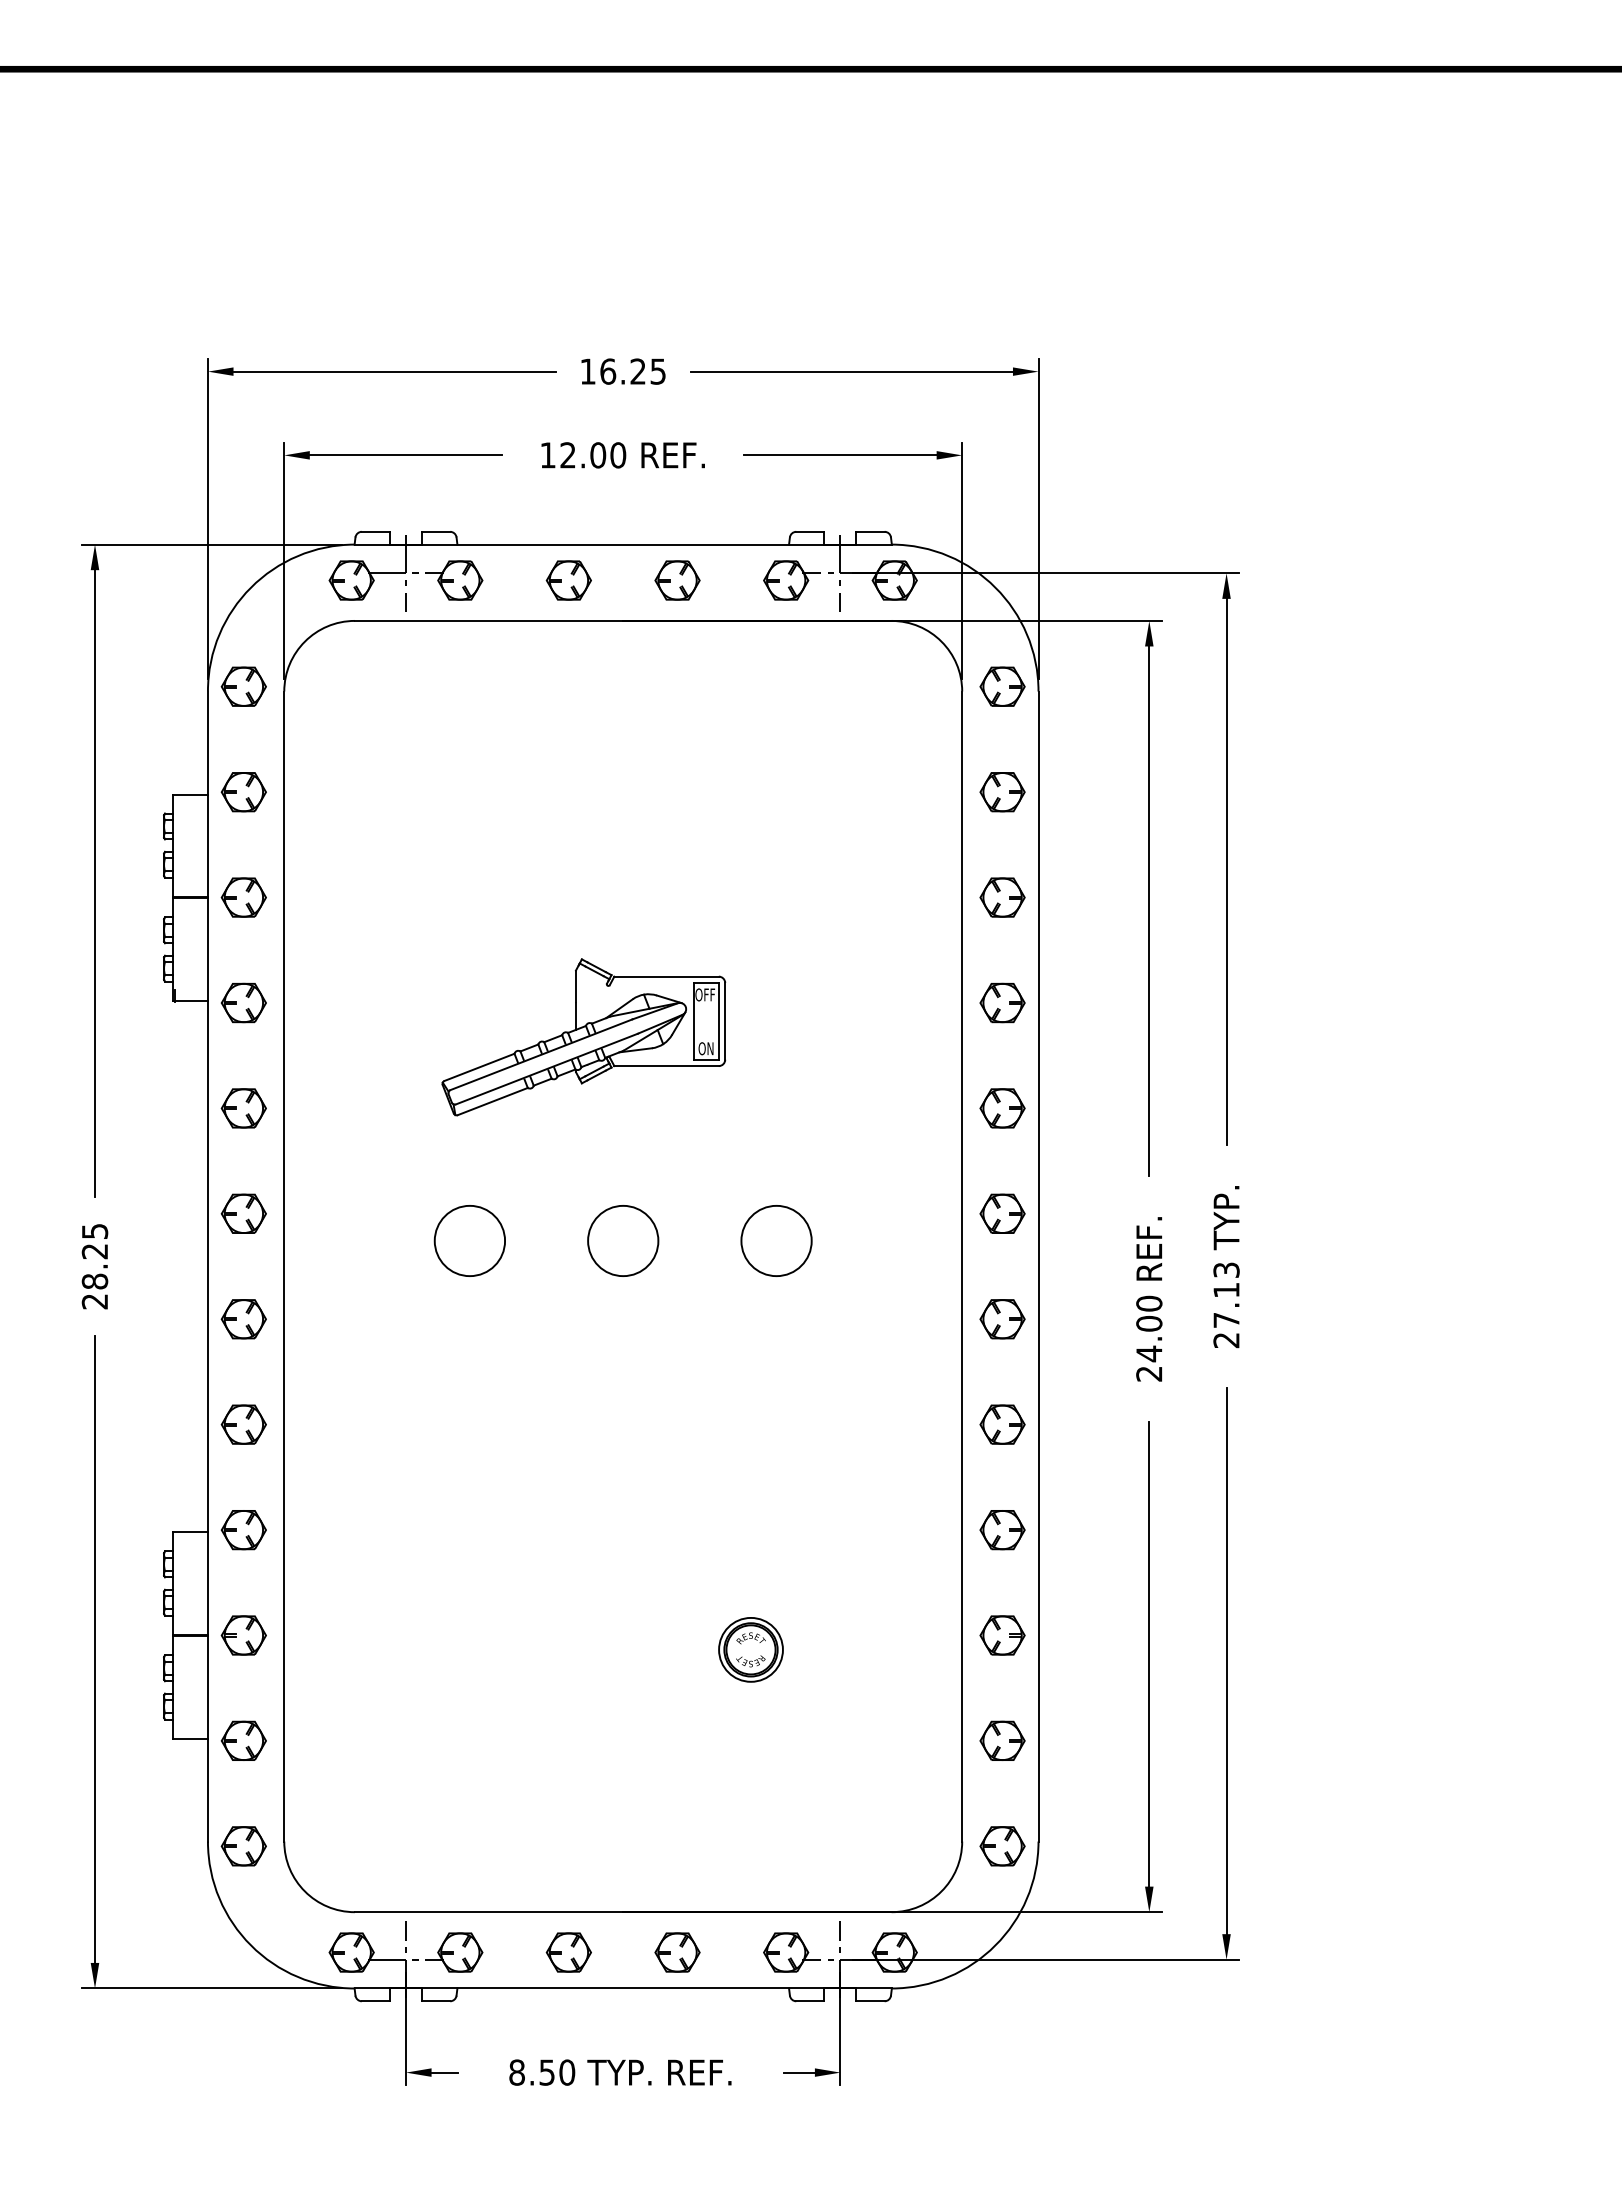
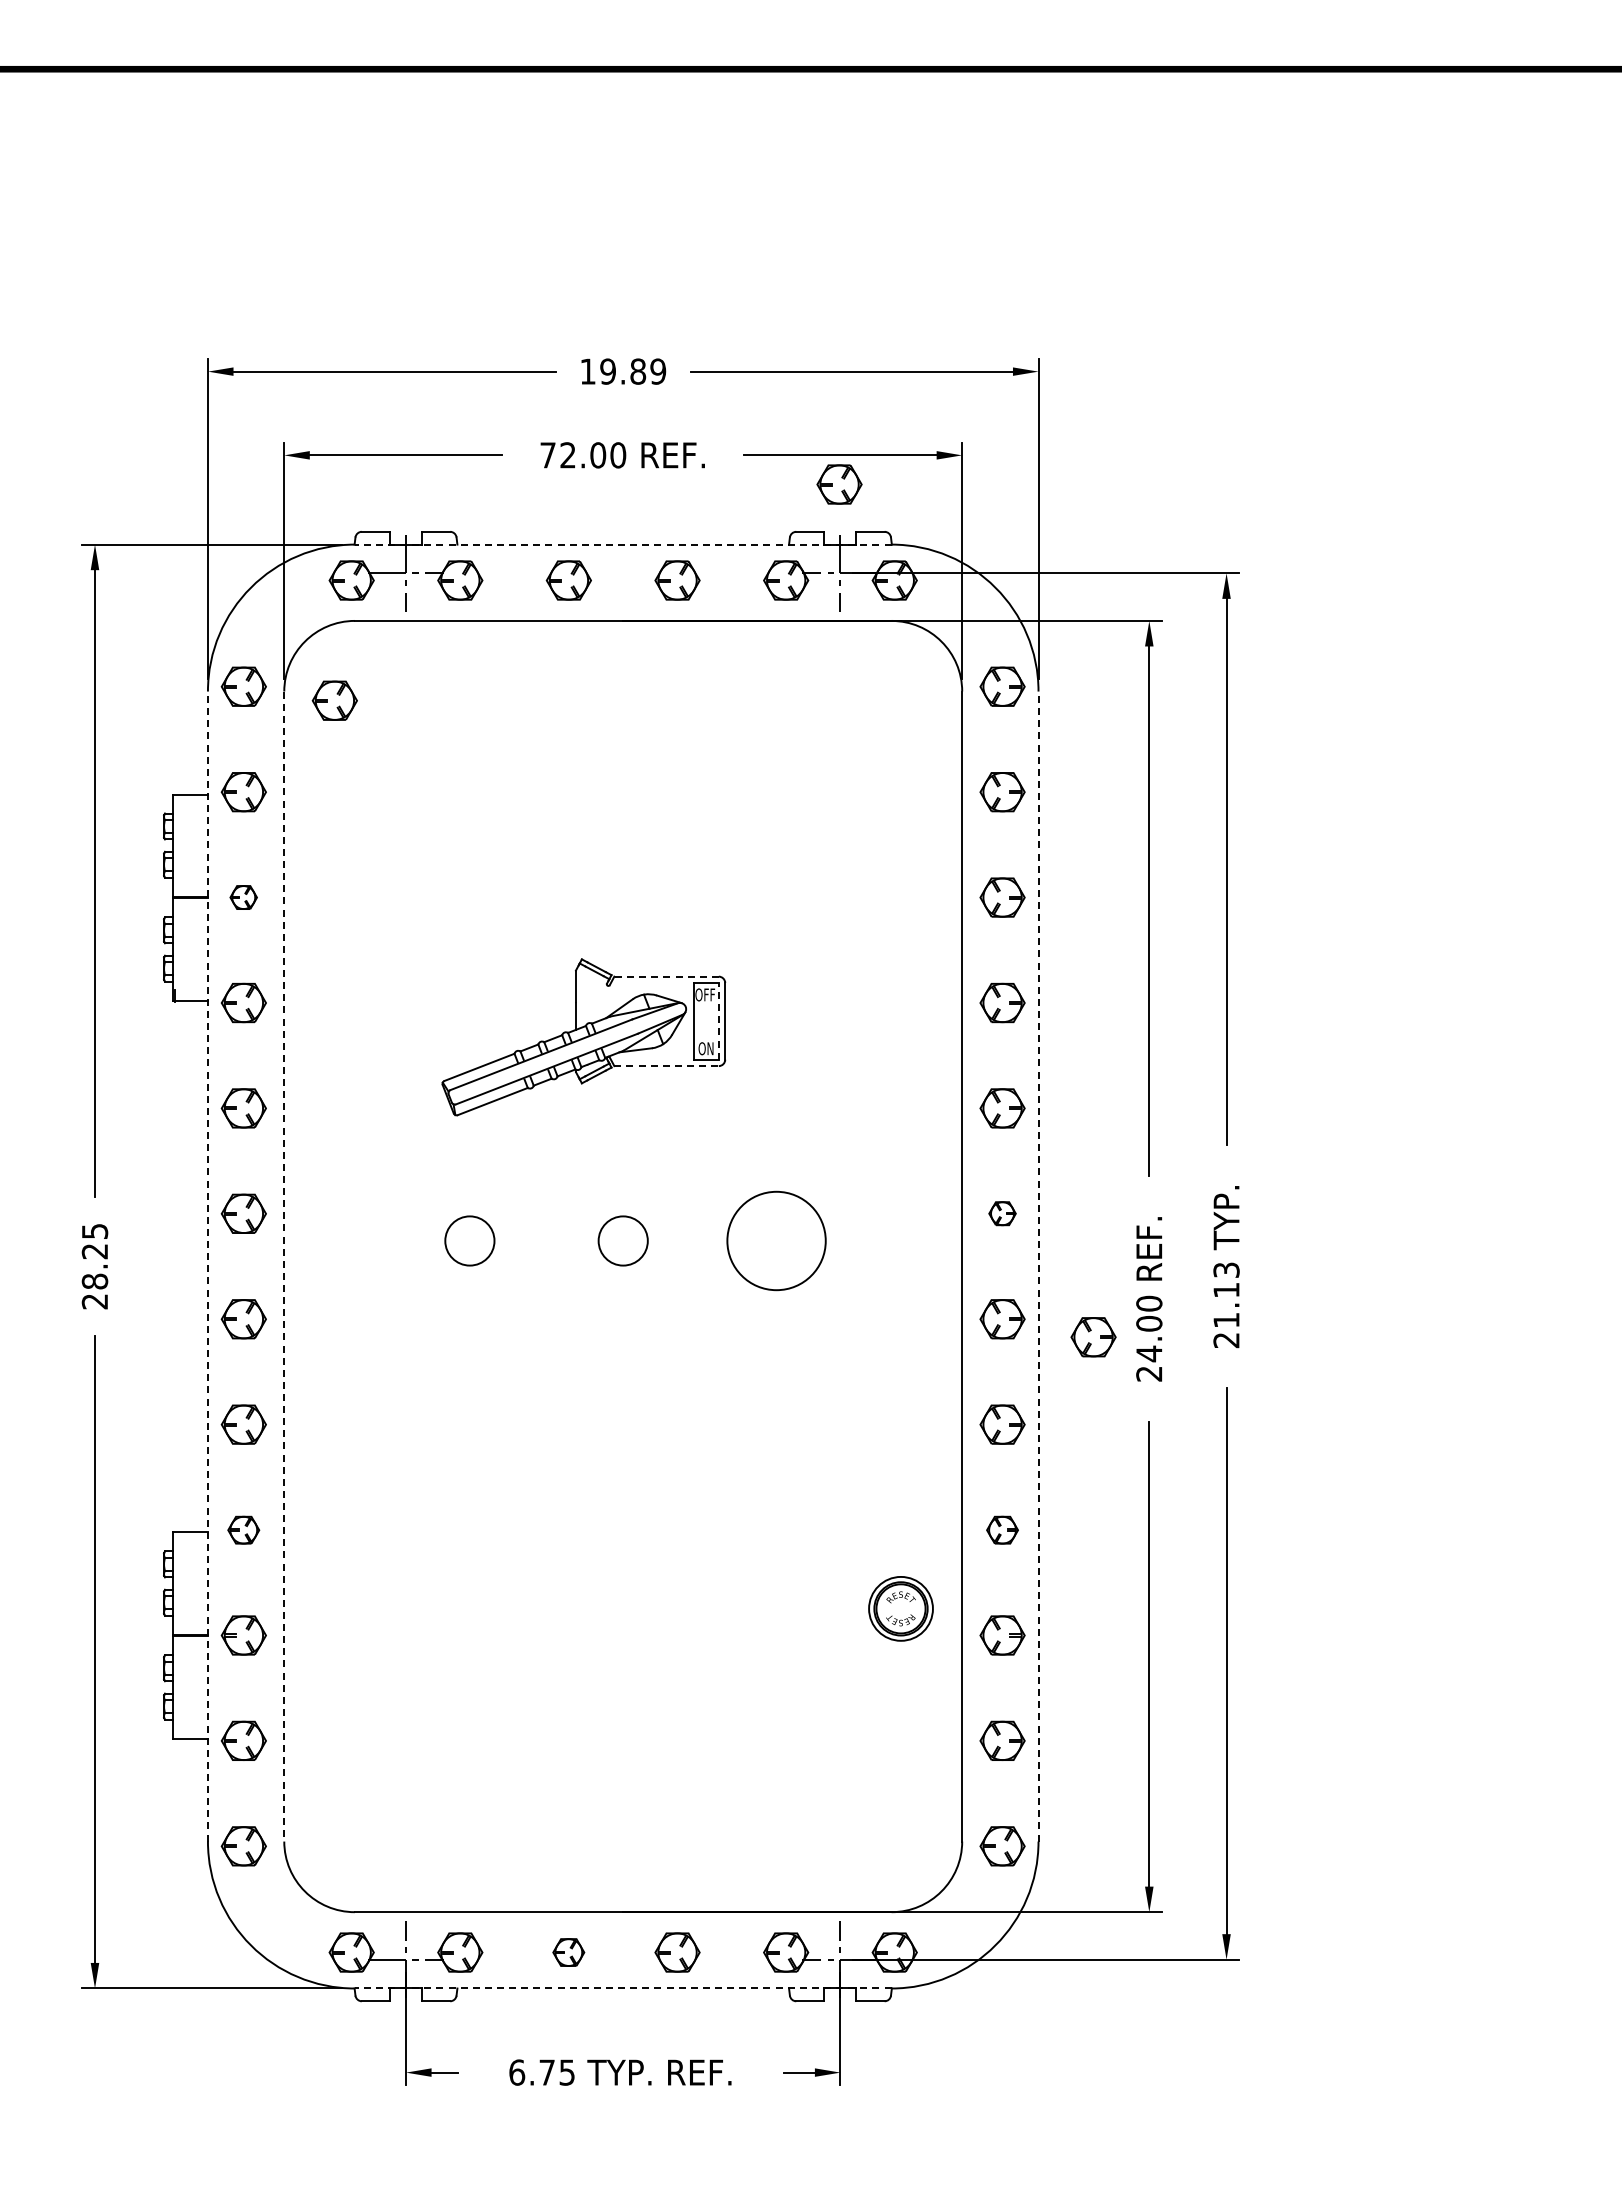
text at (633, 371): 16.25 -> 19.89
text at (547, 455): 12.00 -> 72.00
part at (839, 484): none -> present
line at (622, 544): solid -> dashed
part at (334, 700): none -> present
part at (243, 897) size: 47x41 px -> 29x25 px
line at (666, 976): solid -> dashed
line at (719, 1020): solid -> dashed
line at (667, 1066): solid -> dashed
part at (1002, 1213) size: 47x41 px -> 29x26 px
circle at (469, 1240) diameter: 70 px -> 49 px
circle at (623, 1240) diameter: 70 px -> 49 px
circle at (776, 1240) diameter: 70 px -> 98 px
line at (207, 1266): solid -> dashed
line at (284, 1266): solid -> dashed
line at (1038, 1266): solid -> dashed
text at (1226, 1320): 27.13 -> 21.13
part at (1093, 1337): none -> present
part at (243, 1530) size: 47x41 px -> 34x30 px
part at (1002, 1530) size: 47x41 px -> 33x30 px
part at (750, 1649) position: (750, 1649) -> (900, 1608)
part at (568, 1952) size: 47x41 px -> 34x29 px
line at (622, 1988): solid -> dashed
text at (542, 2072): 8.50 -> 6.75
